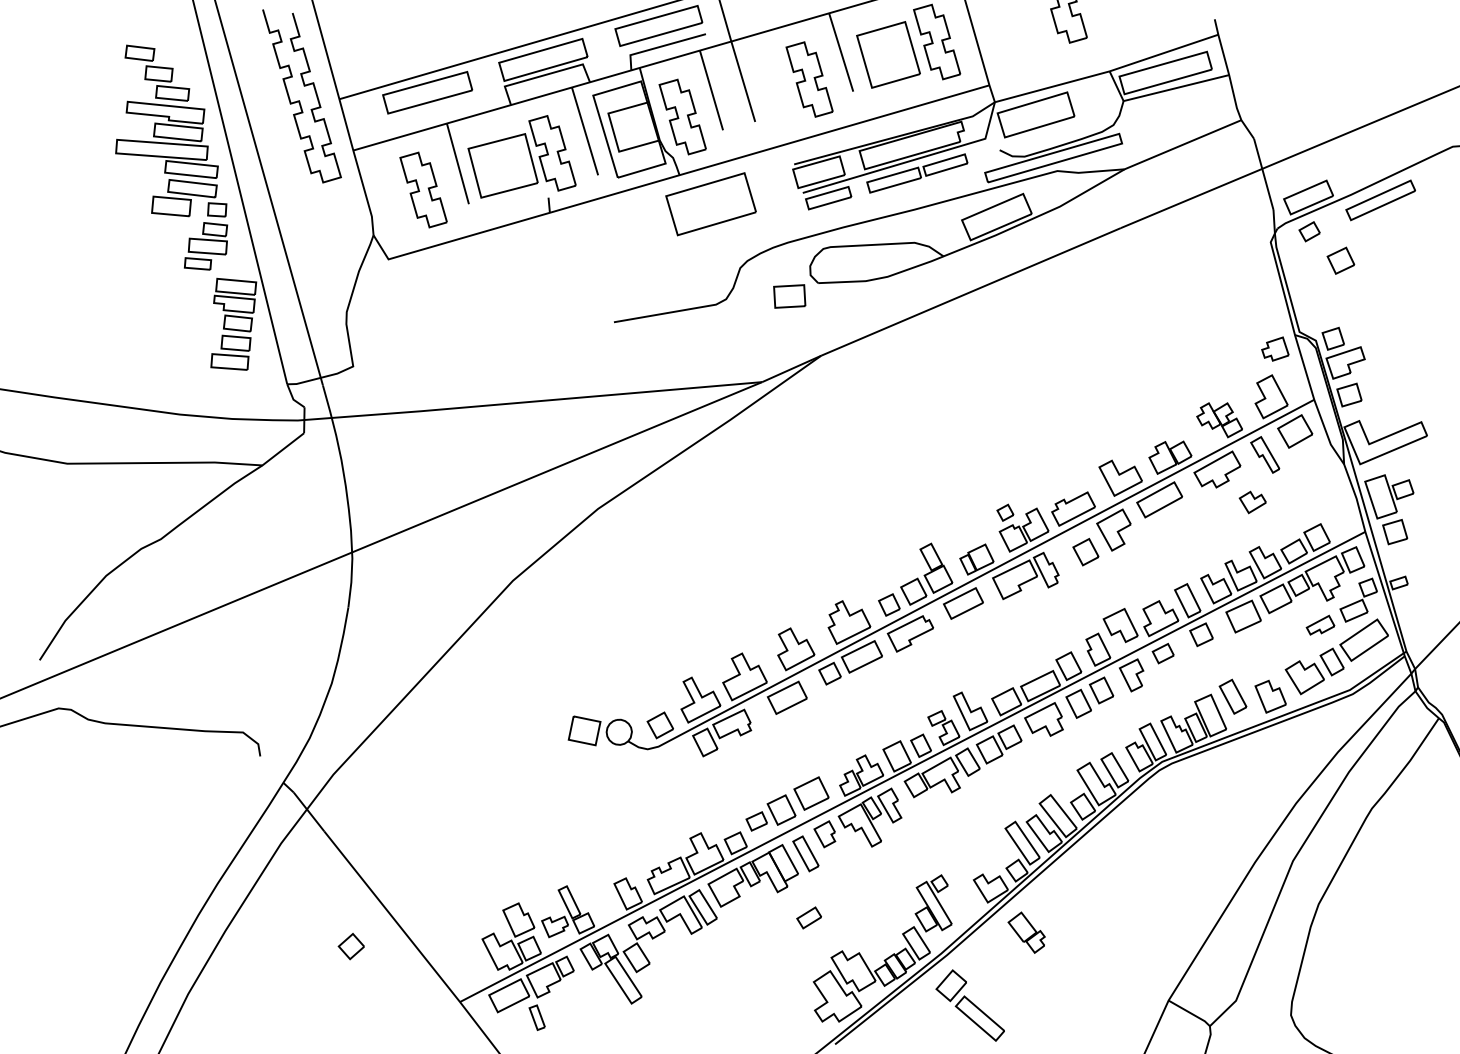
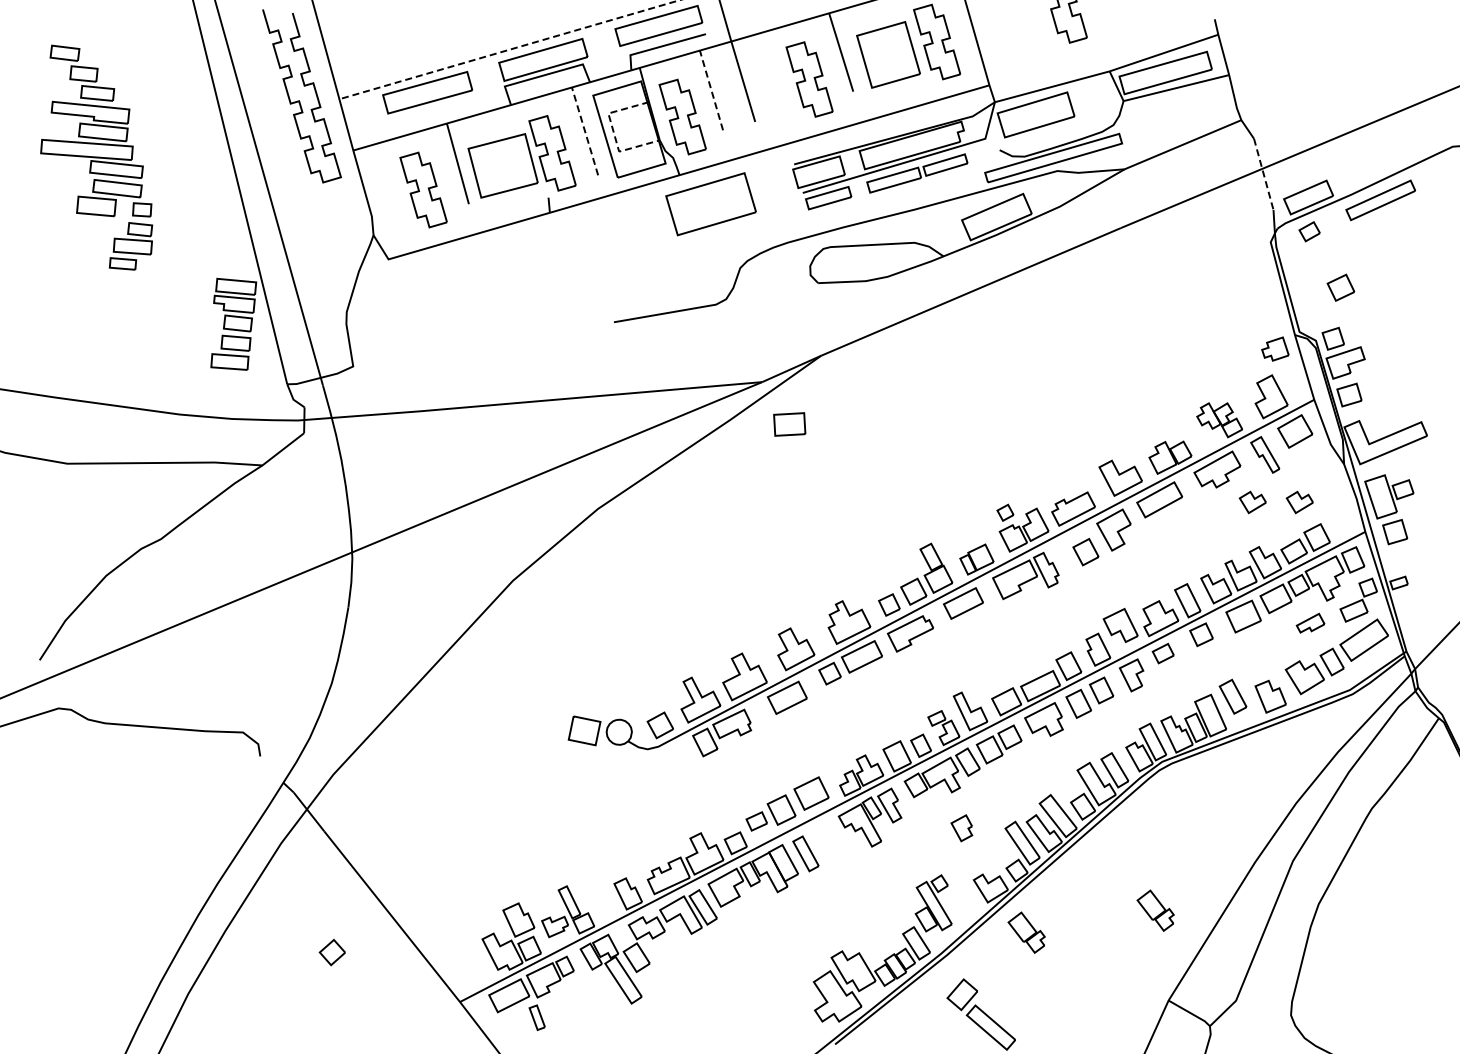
line at (509, 49): solid -> dashed
line at (711, 90): solid -> dashed
line at (585, 131): solid -> dashed
line at (613, 132): solid -> dashed
part at (171, 157) position: (171, 157) -> (96, 157)
line at (1263, 174): solid -> dashed
part at (1340, 260) position: (1340, 260) -> (1340, 287)
part at (789, 296) position: (789, 296) -> (789, 424)
part at (1299, 502): none -> present
part at (1320, 624) position: (1320, 624) -> (1310, 622)
part at (824, 834) position: (824, 834) -> (961, 828)
part at (1155, 910): none -> present
part at (808, 917): present -> none
part at (350, 946) position: (350, 946) -> (331, 952)
part at (969, 1005) position: (969, 1005) -> (980, 1014)
